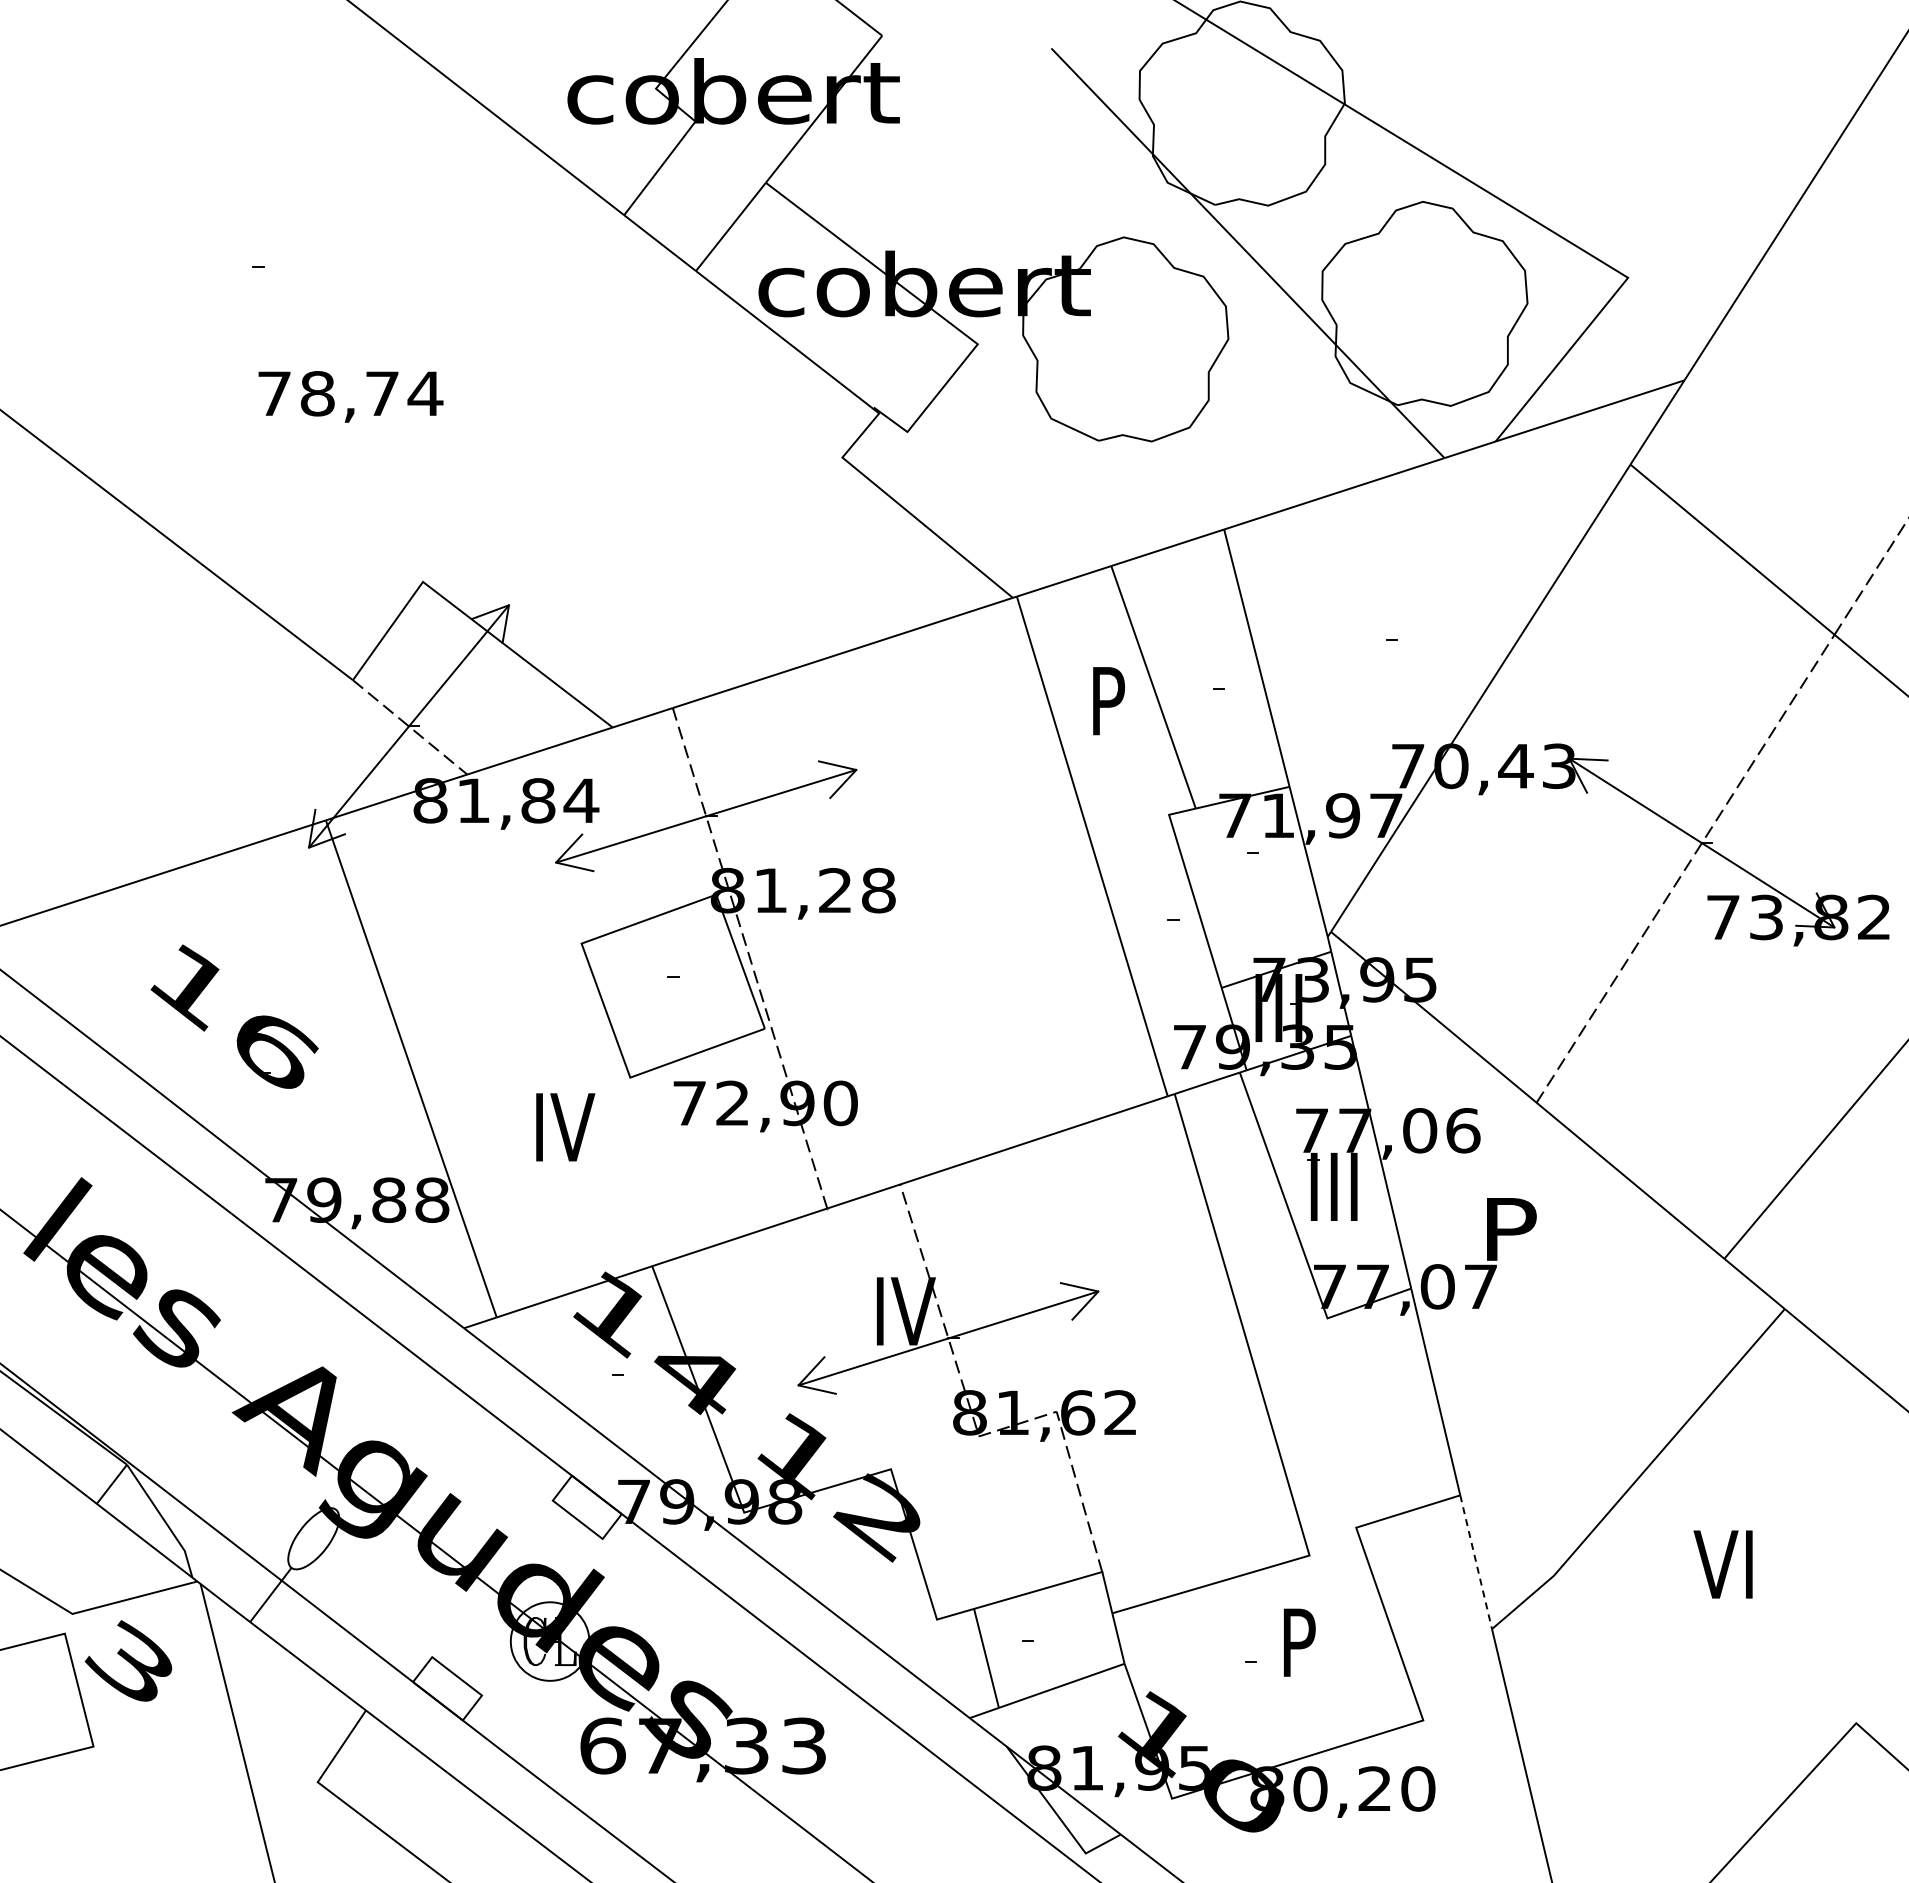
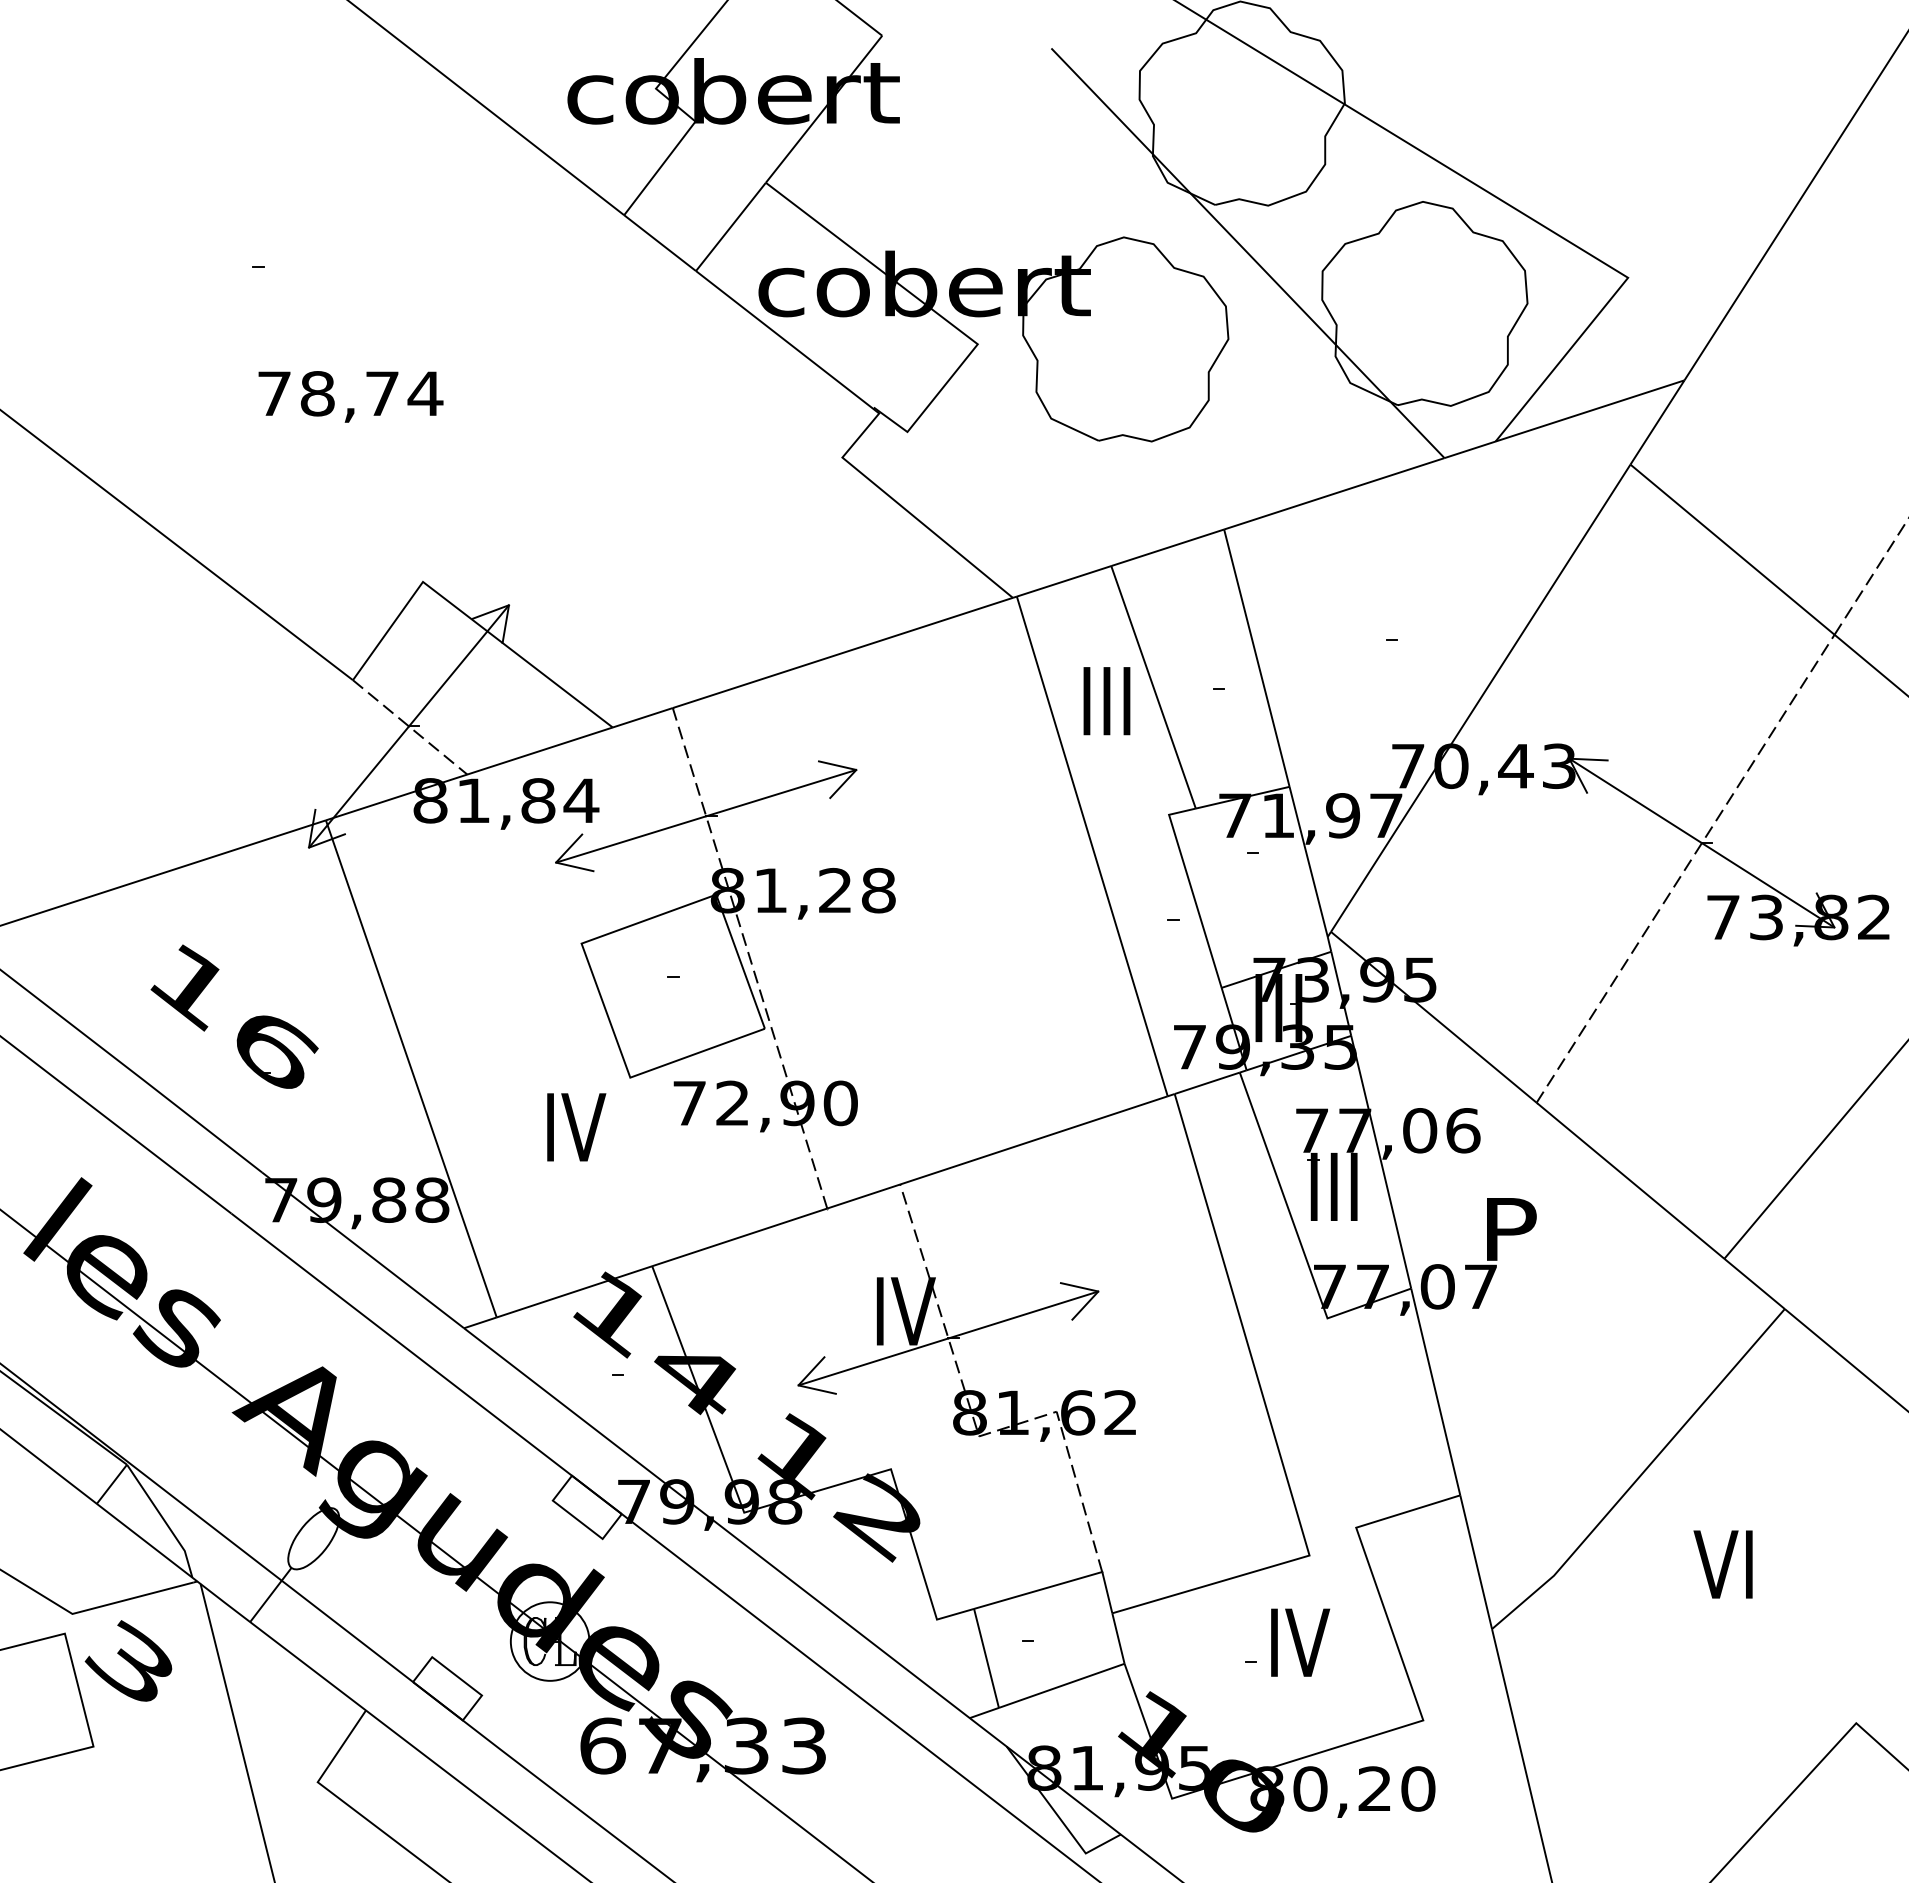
text at (1106, 701): P -> III
text at (565, 1127) position: (565, 1127) -> (576, 1127)
line at (1476, 1562): dashed -> solid
text at (1300, 1642): P -> IV
